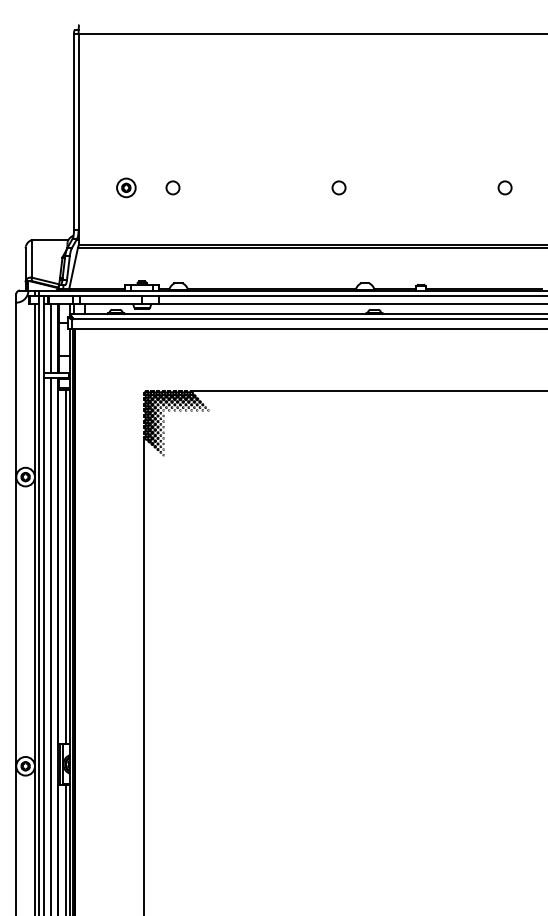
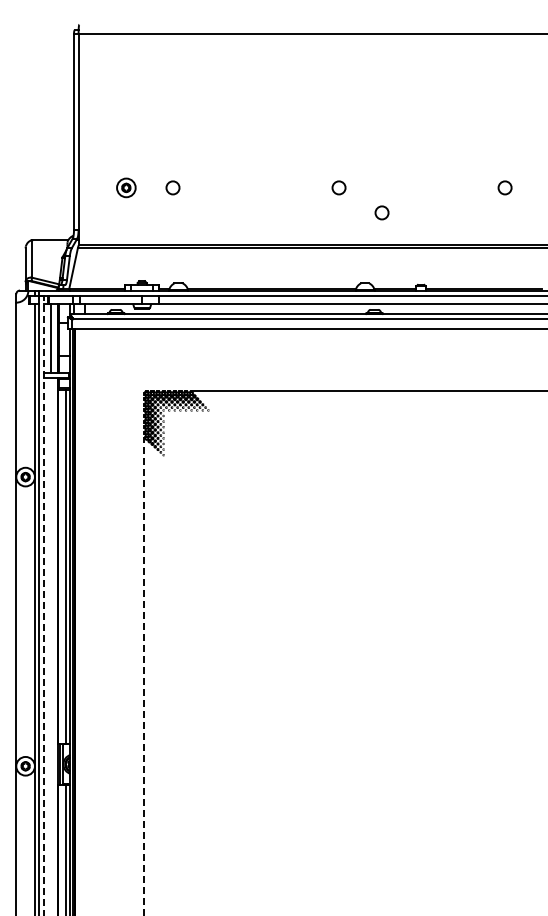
circle at (381, 212): none -> present
line at (44, 605): solid -> dashed
line at (51, 644): present -> none
line at (144, 676): solid -> dashed
